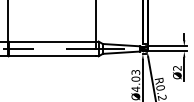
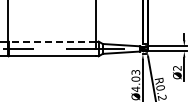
line at (52, 41): solid -> dashed
